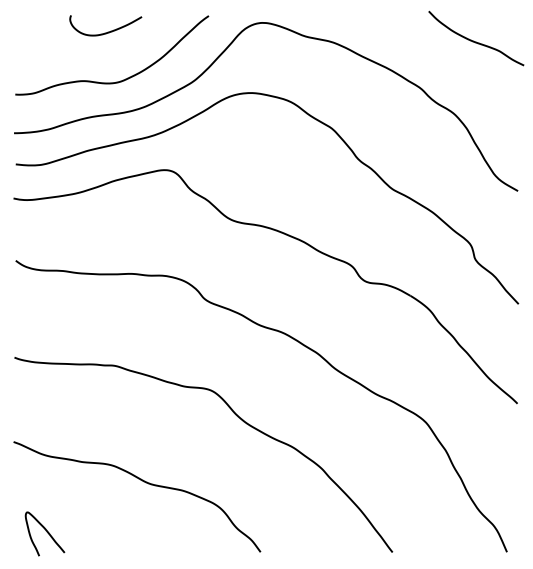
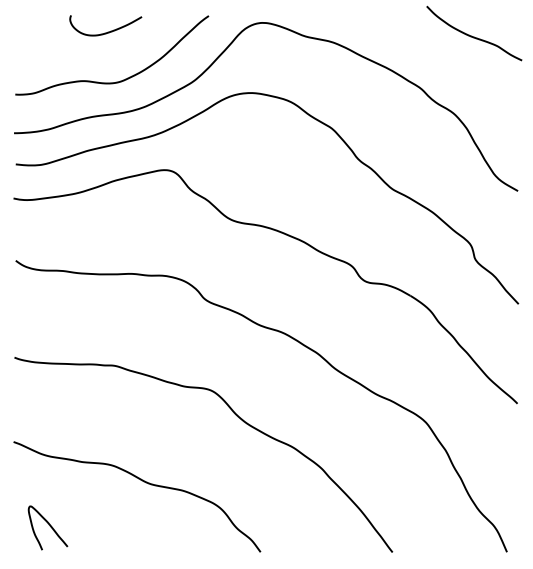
curve at (476, 41) position: (476, 41) -> (474, 36)
curve at (46, 532) position: (46, 532) -> (49, 526)
